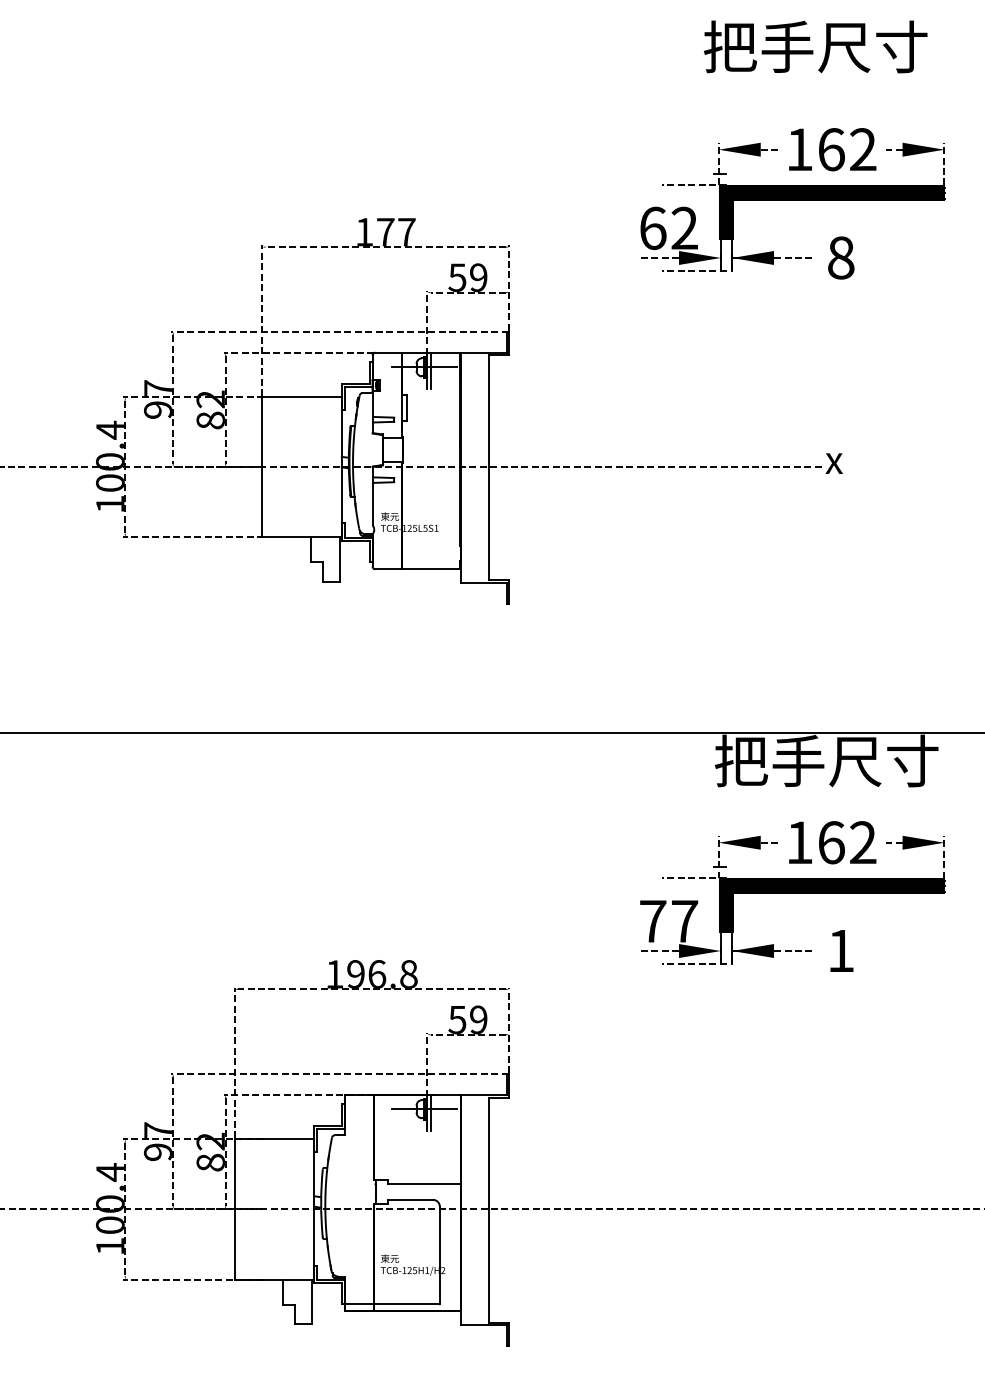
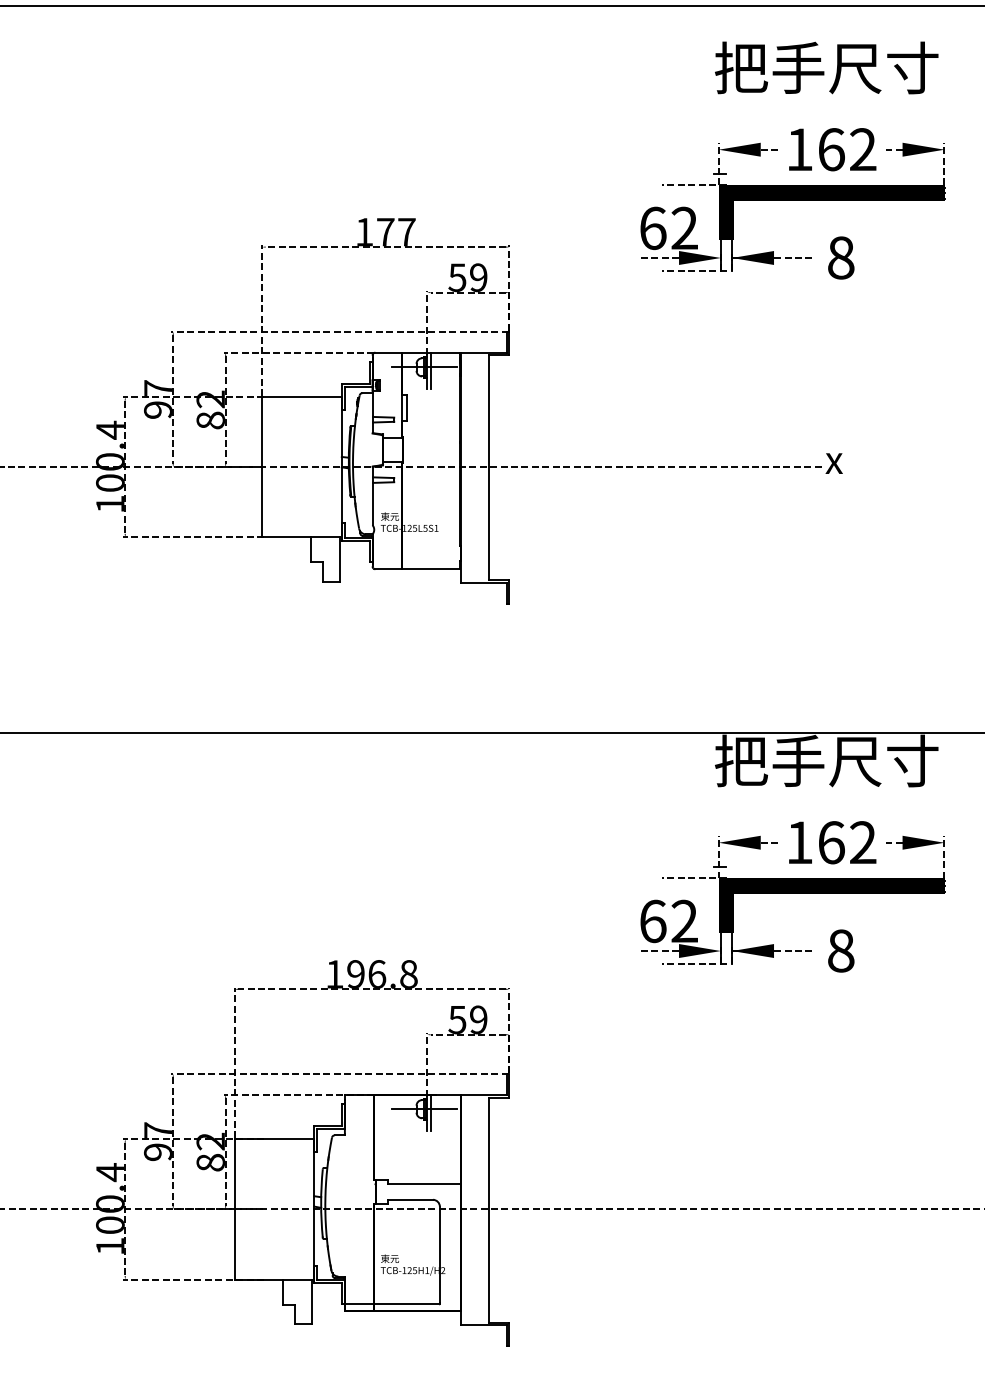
line at (491, 6): none -> present
text at (815, 46) position: (815, 46) -> (826, 67)
text at (669, 921): 77 -> 62
text at (841, 950): 1 -> 8
